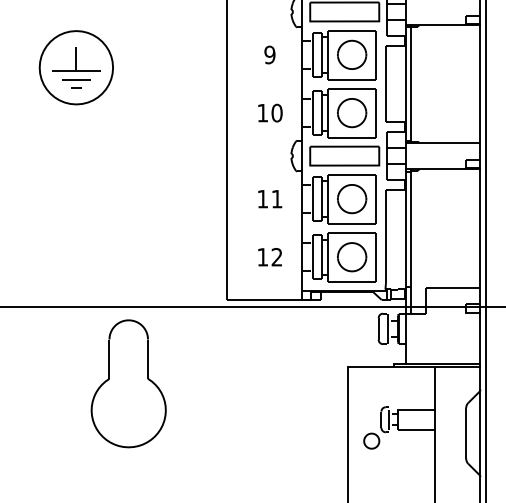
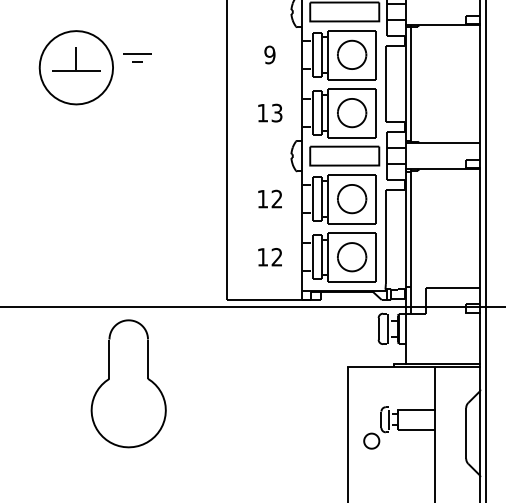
part at (76, 83) position: (76, 83) -> (137, 57)
text at (276, 112): 10 -> 13
text at (276, 198): 11 -> 12
